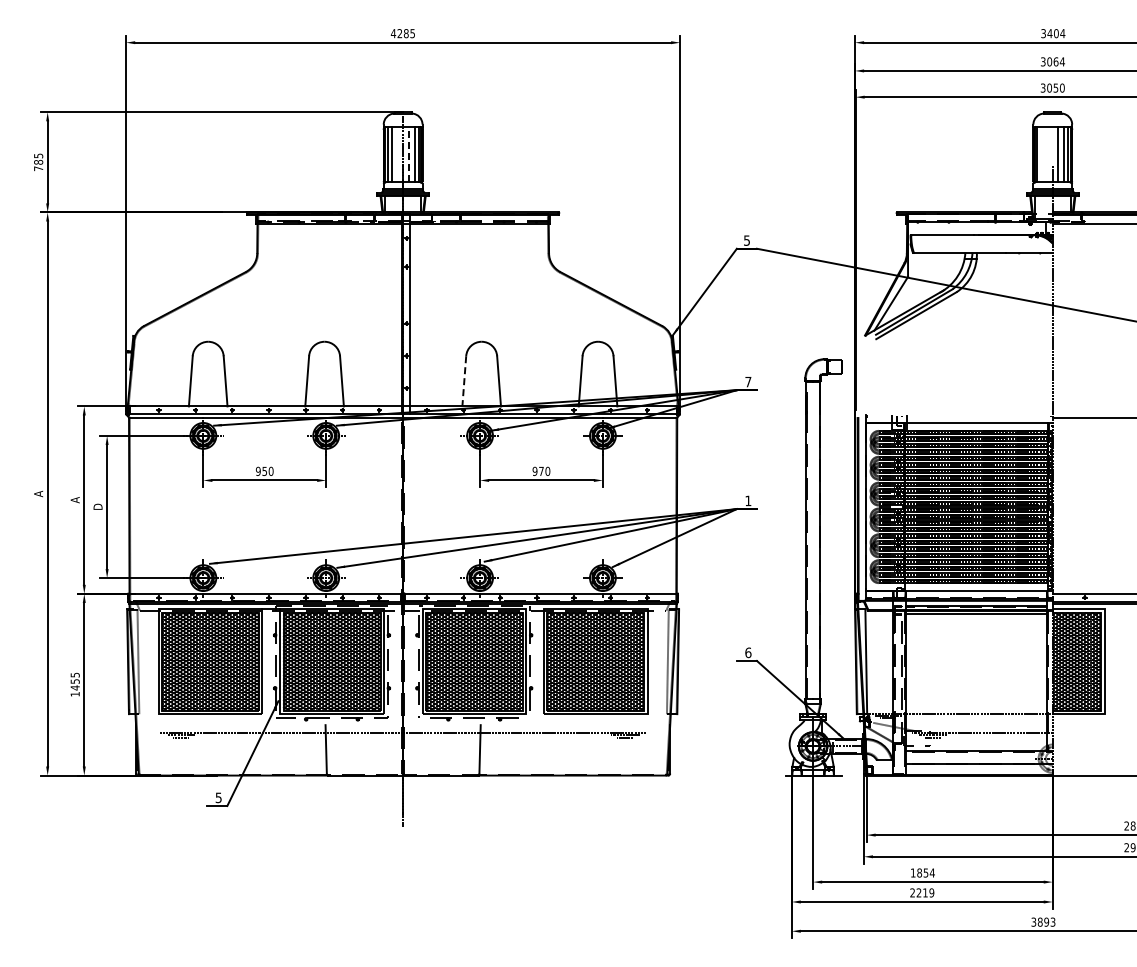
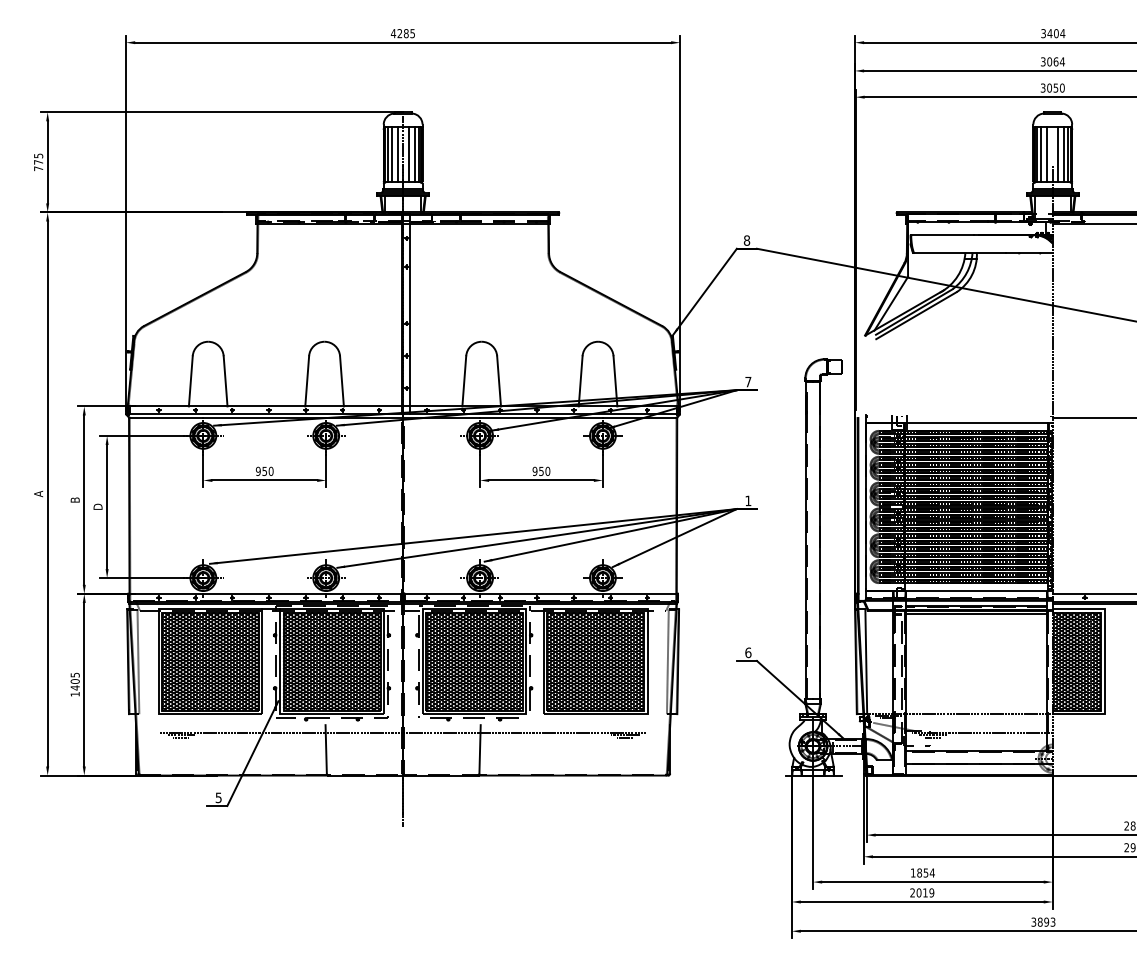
line at (397, 154): none -> present
line at (408, 154): dashed -> solid
line at (1041, 154): none -> present
line at (1047, 154): none -> present
text at (38, 161): 785 -> 775
text at (747, 240): 5 -> 8
line at (464, 381): dashed -> solid
text at (541, 471): 970 -> 950
text at (74, 500): A -> B
text at (74, 681): 1455 -> 1405
text at (918, 892): 2219 -> 2019
